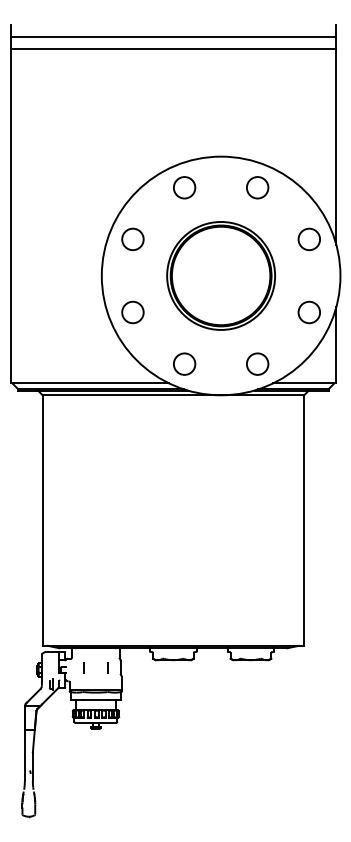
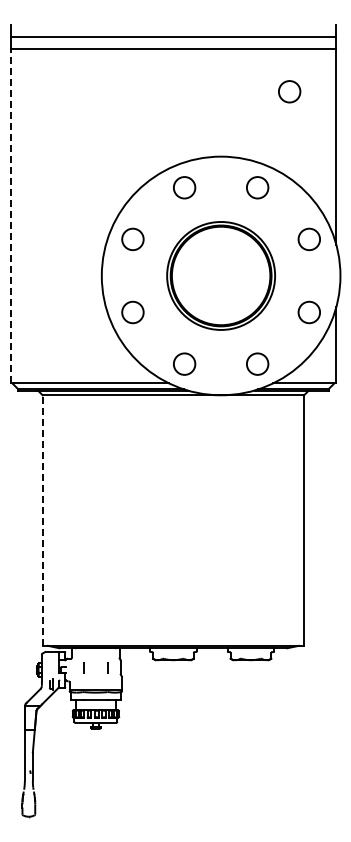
circle at (289, 91): none -> present
line at (10, 215): solid -> dashed
line at (42, 520): solid -> dashed
